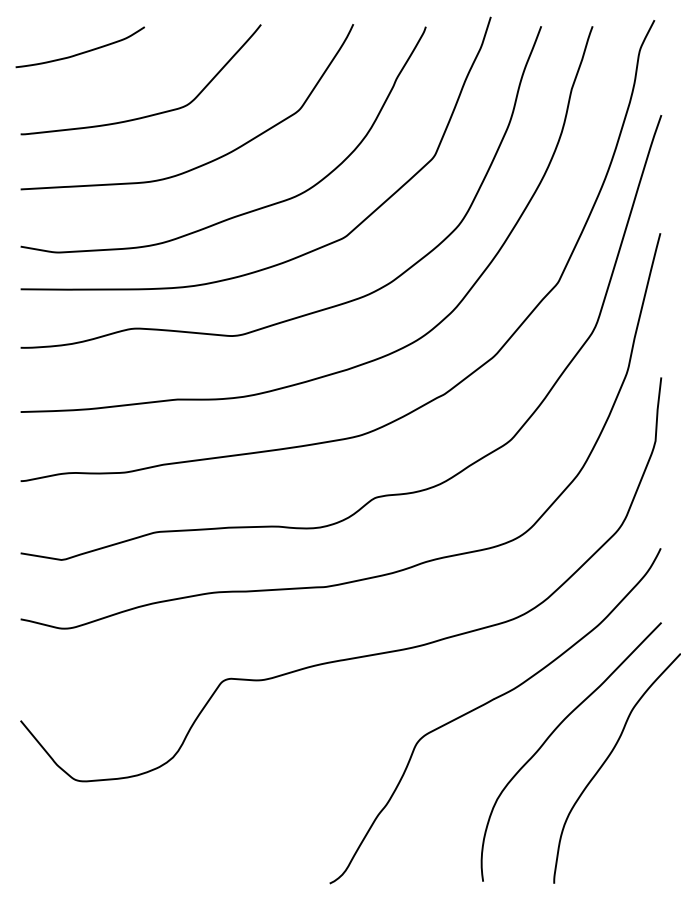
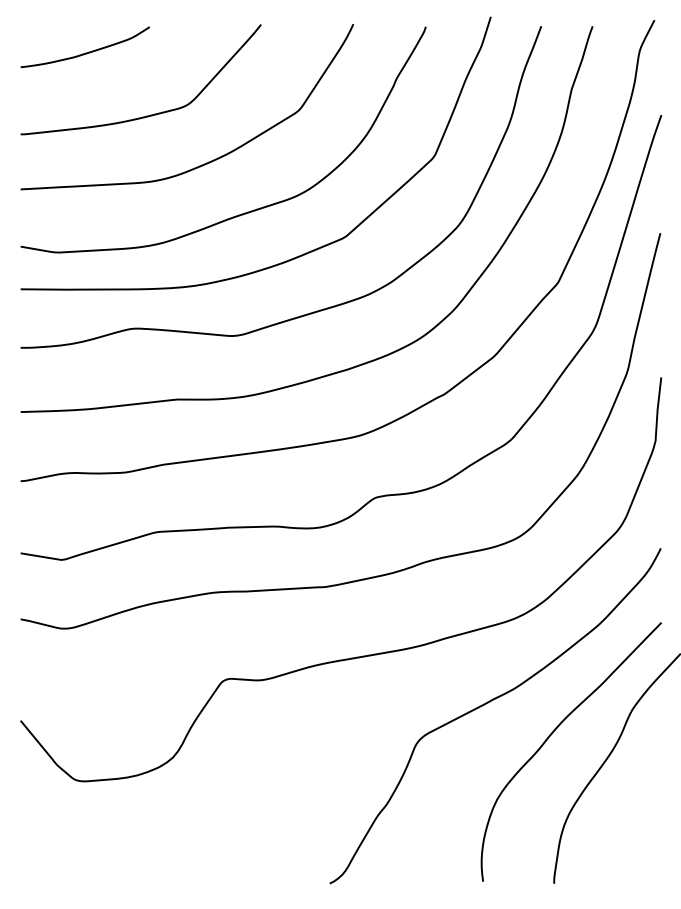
curve at (80, 52) position: (80, 52) -> (85, 52)
